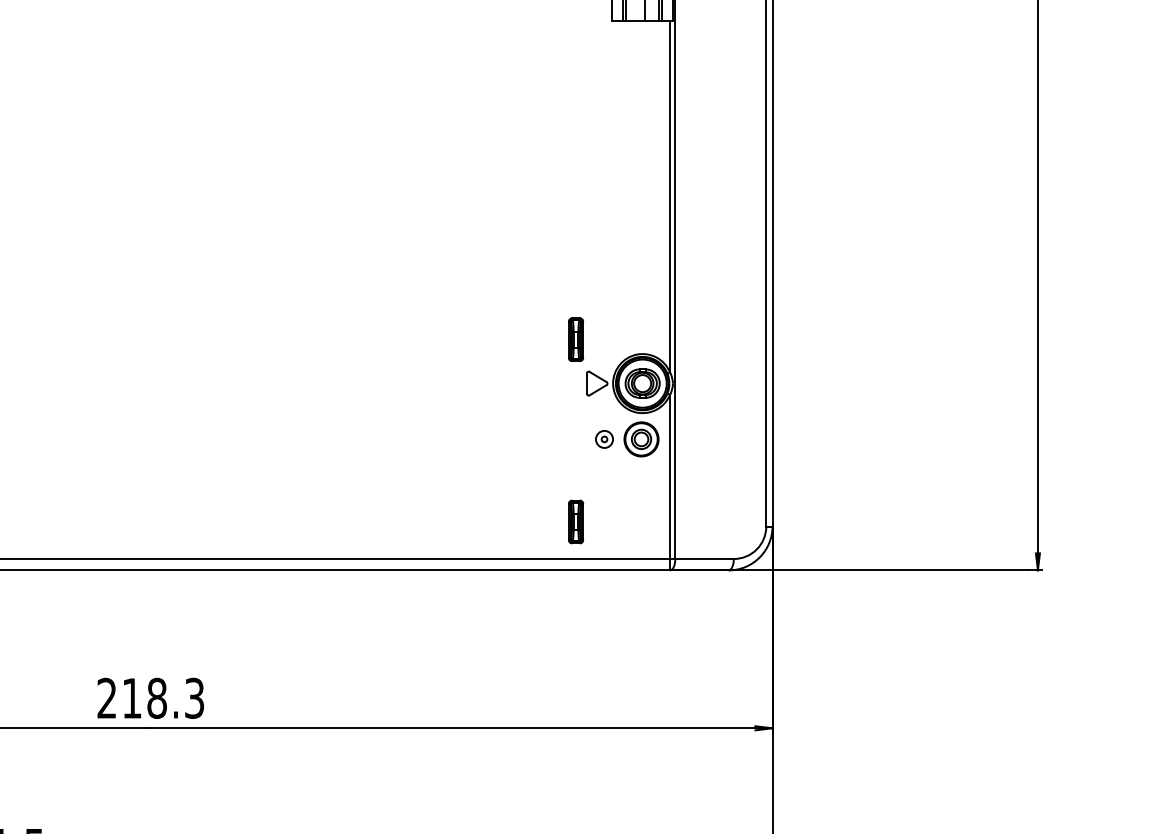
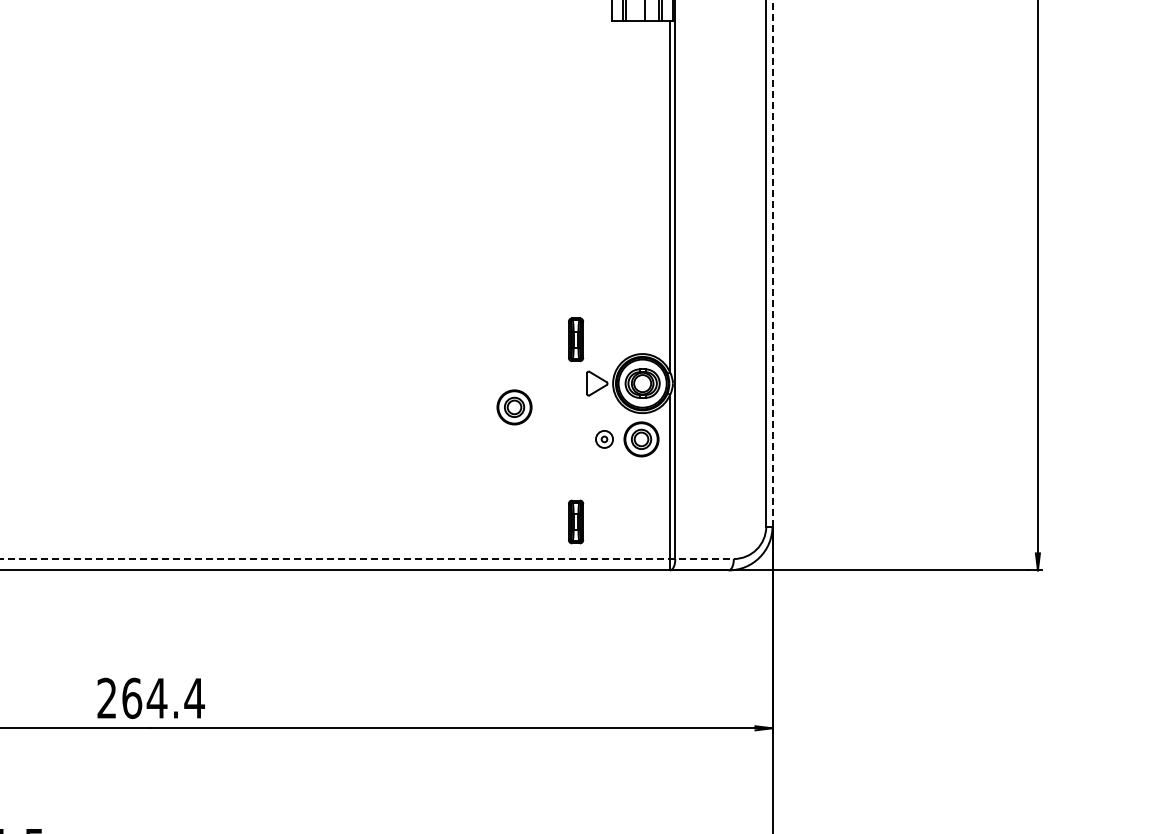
line at (772, 263): solid -> dashed
part at (514, 407): none -> present
line at (367, 559): solid -> dashed
text at (163, 697): 218.3 -> 264.4
